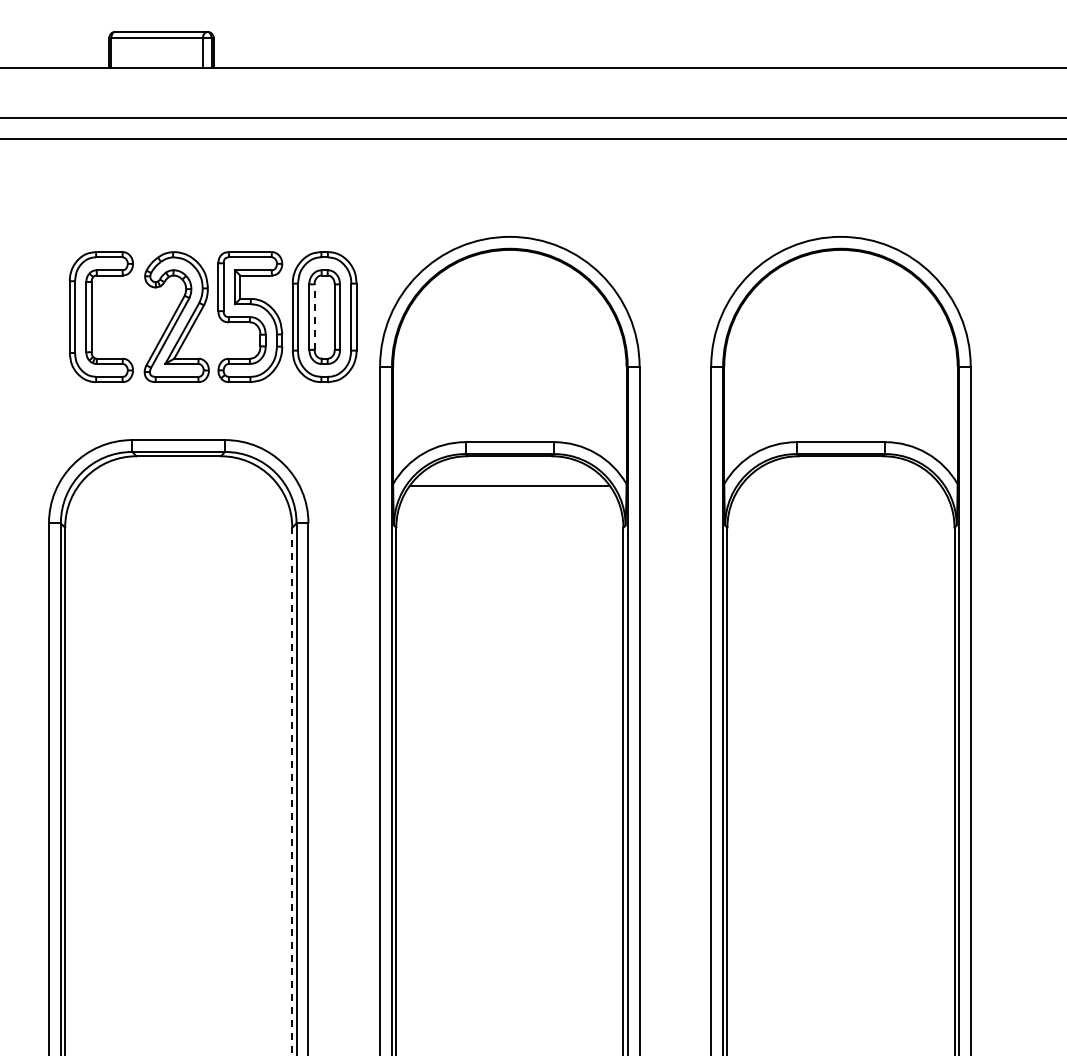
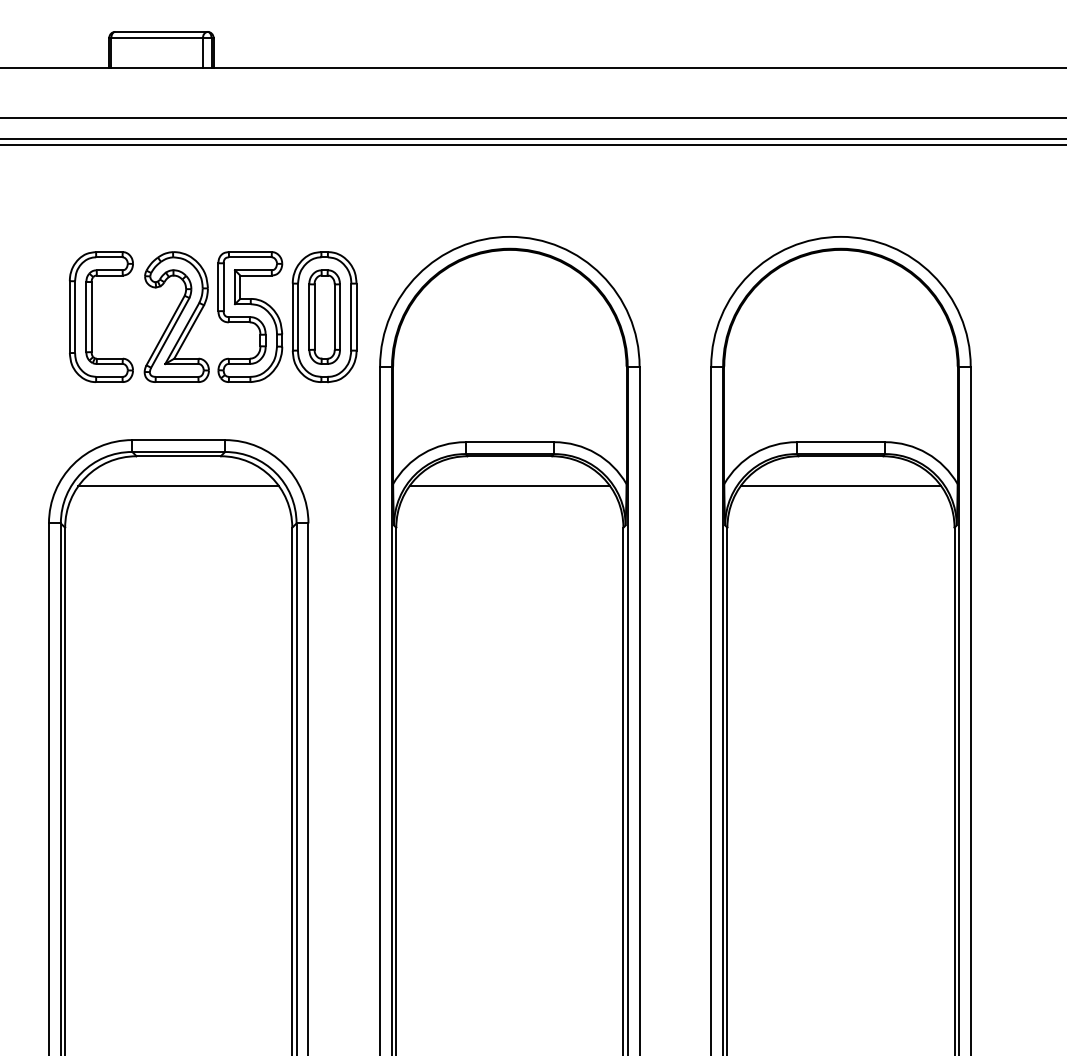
line at (532, 144): none -> present
line at (314, 317): dashed -> solid
line at (178, 486): none -> present
line at (840, 486): none -> present
line at (292, 791): dashed -> solid
